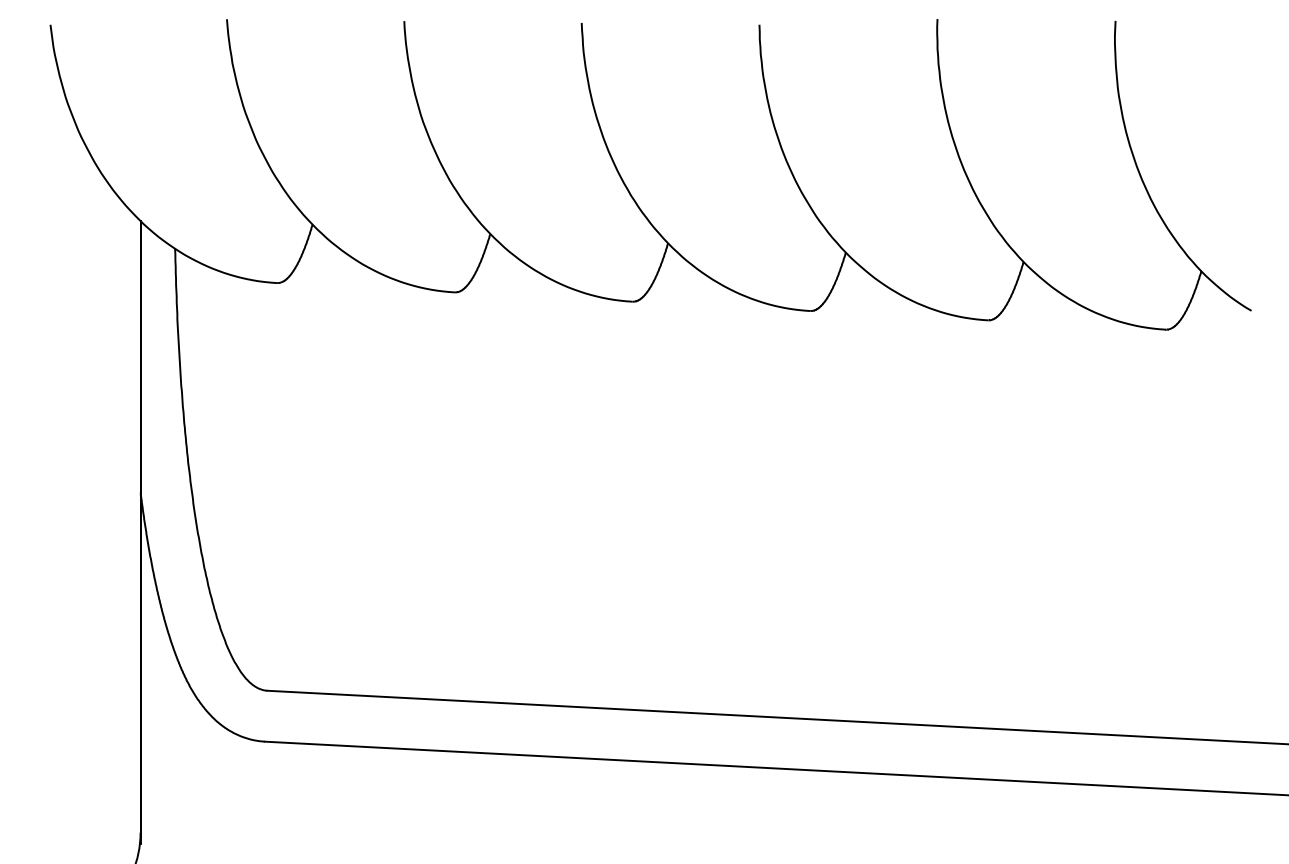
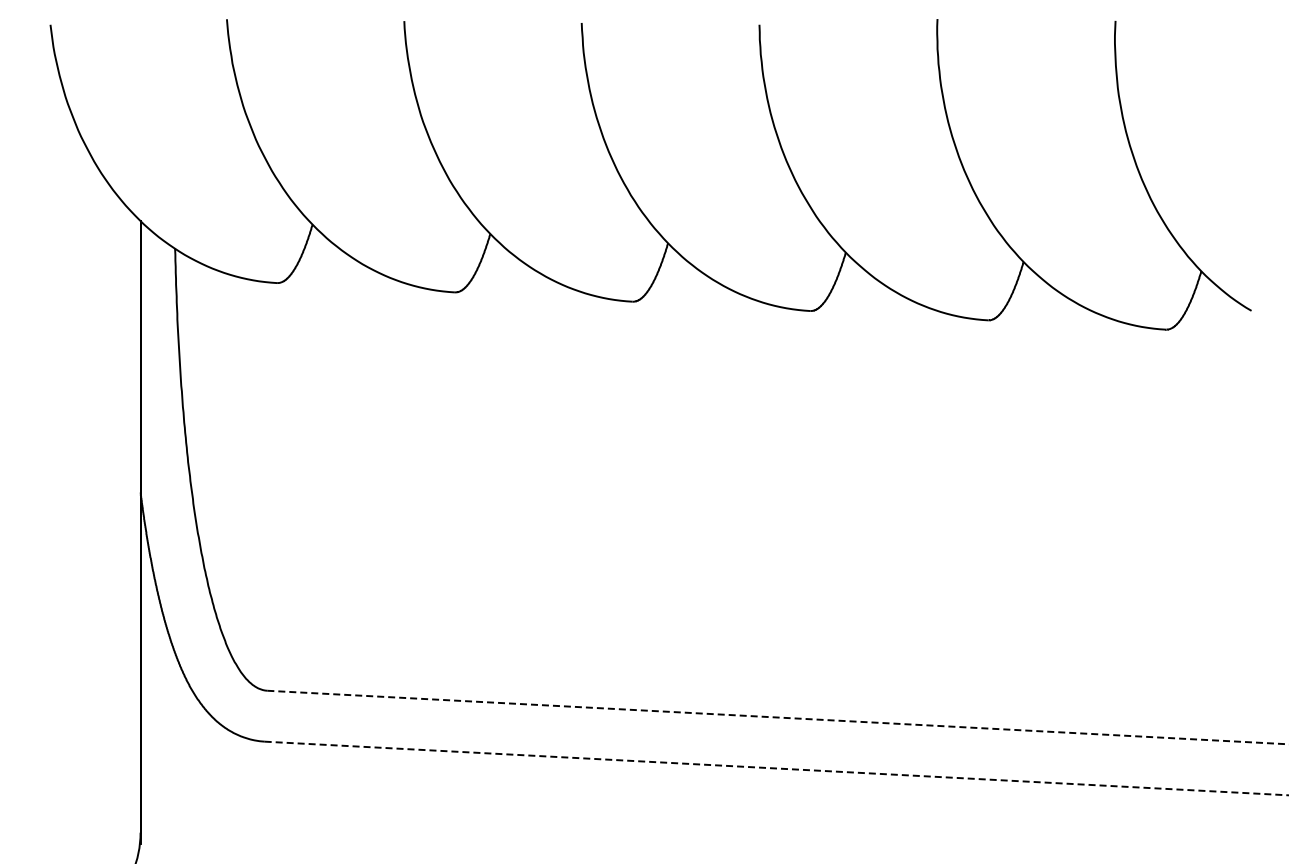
line at (778, 717): solid -> dashed
line at (776, 768): solid -> dashed
